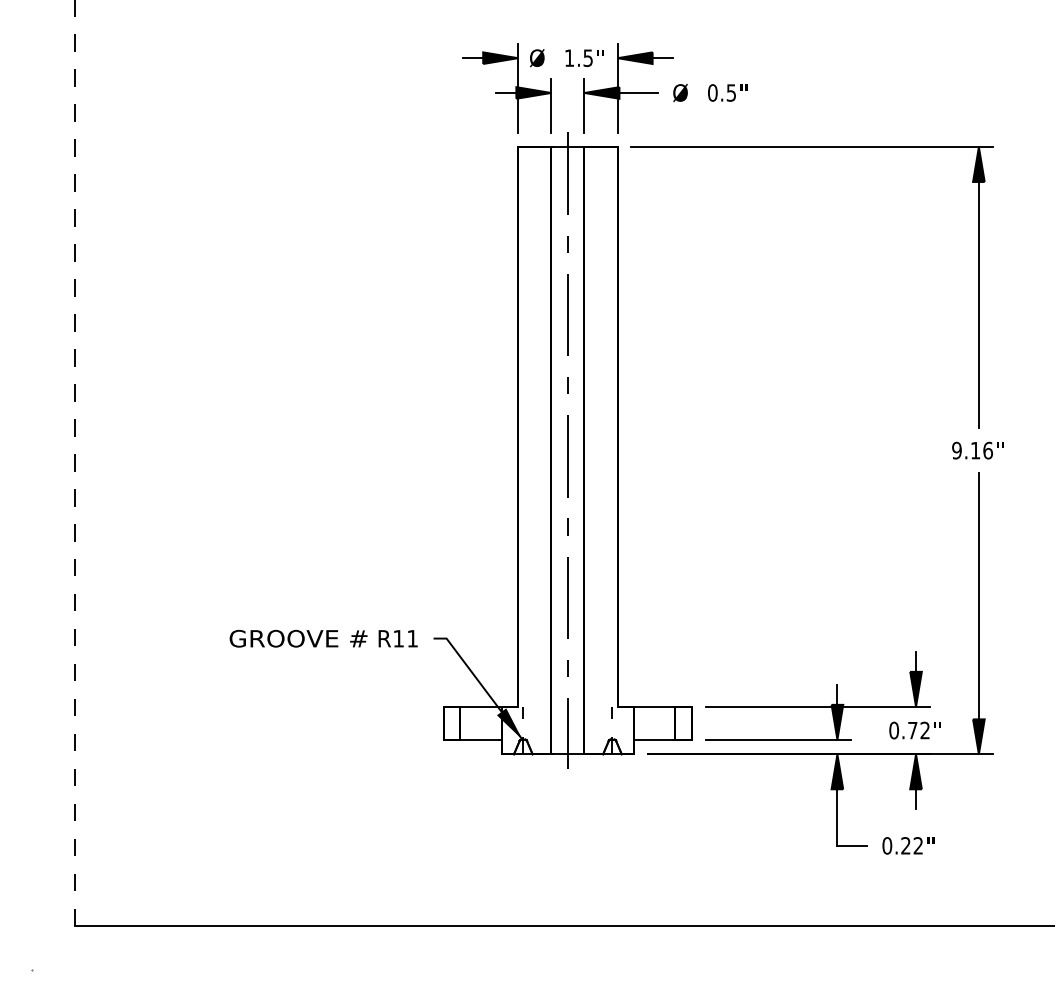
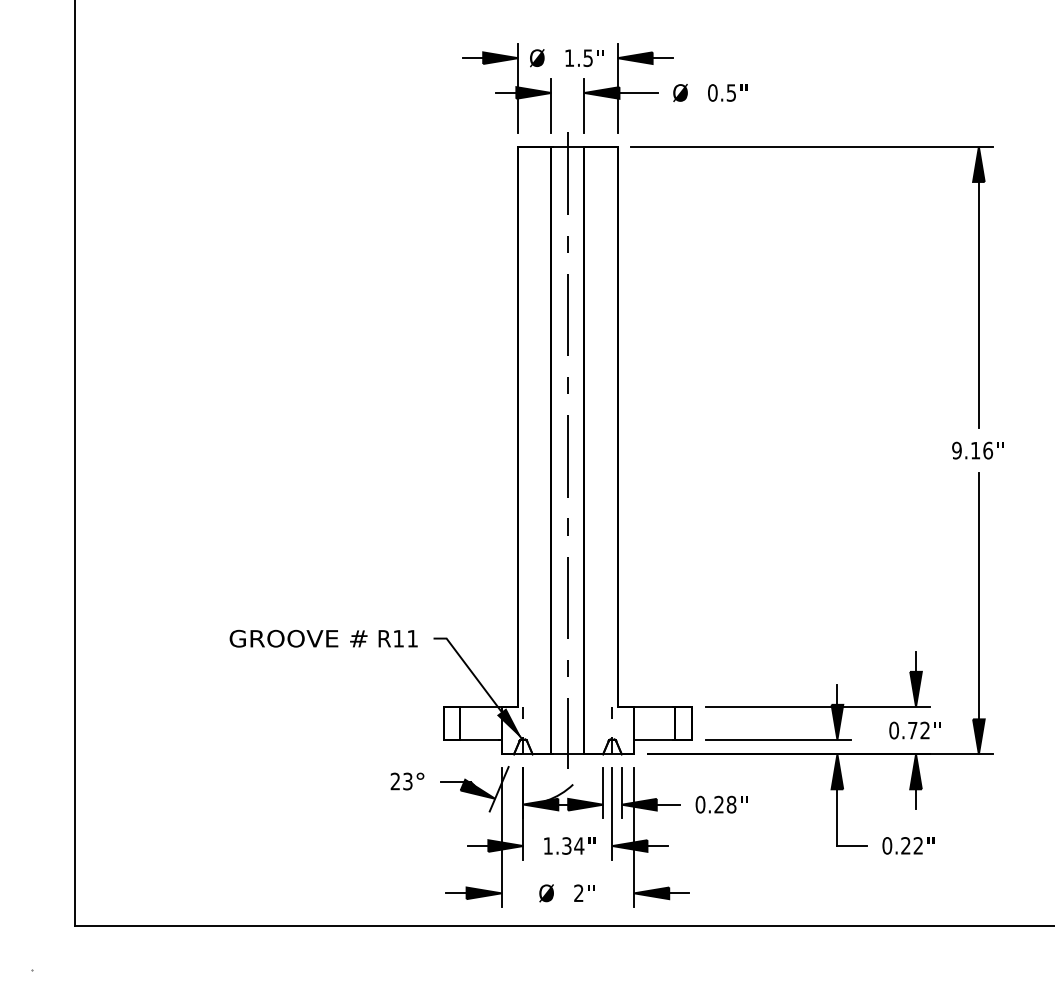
line at (75, 463): dashed -> solid
part at (568, 836): none -> present
